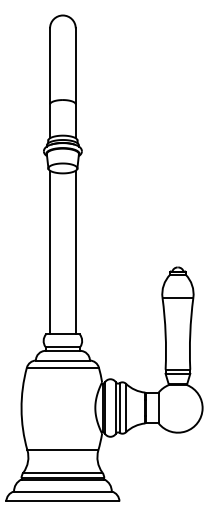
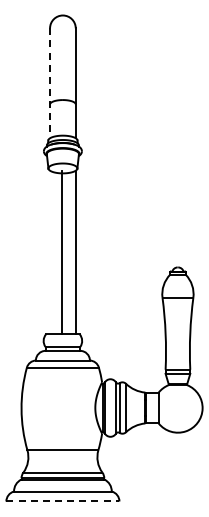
line at (50, 83): solid -> dashed
line at (50, 252) position: (50, 252) -> (62, 252)
line at (62, 501): solid -> dashed
